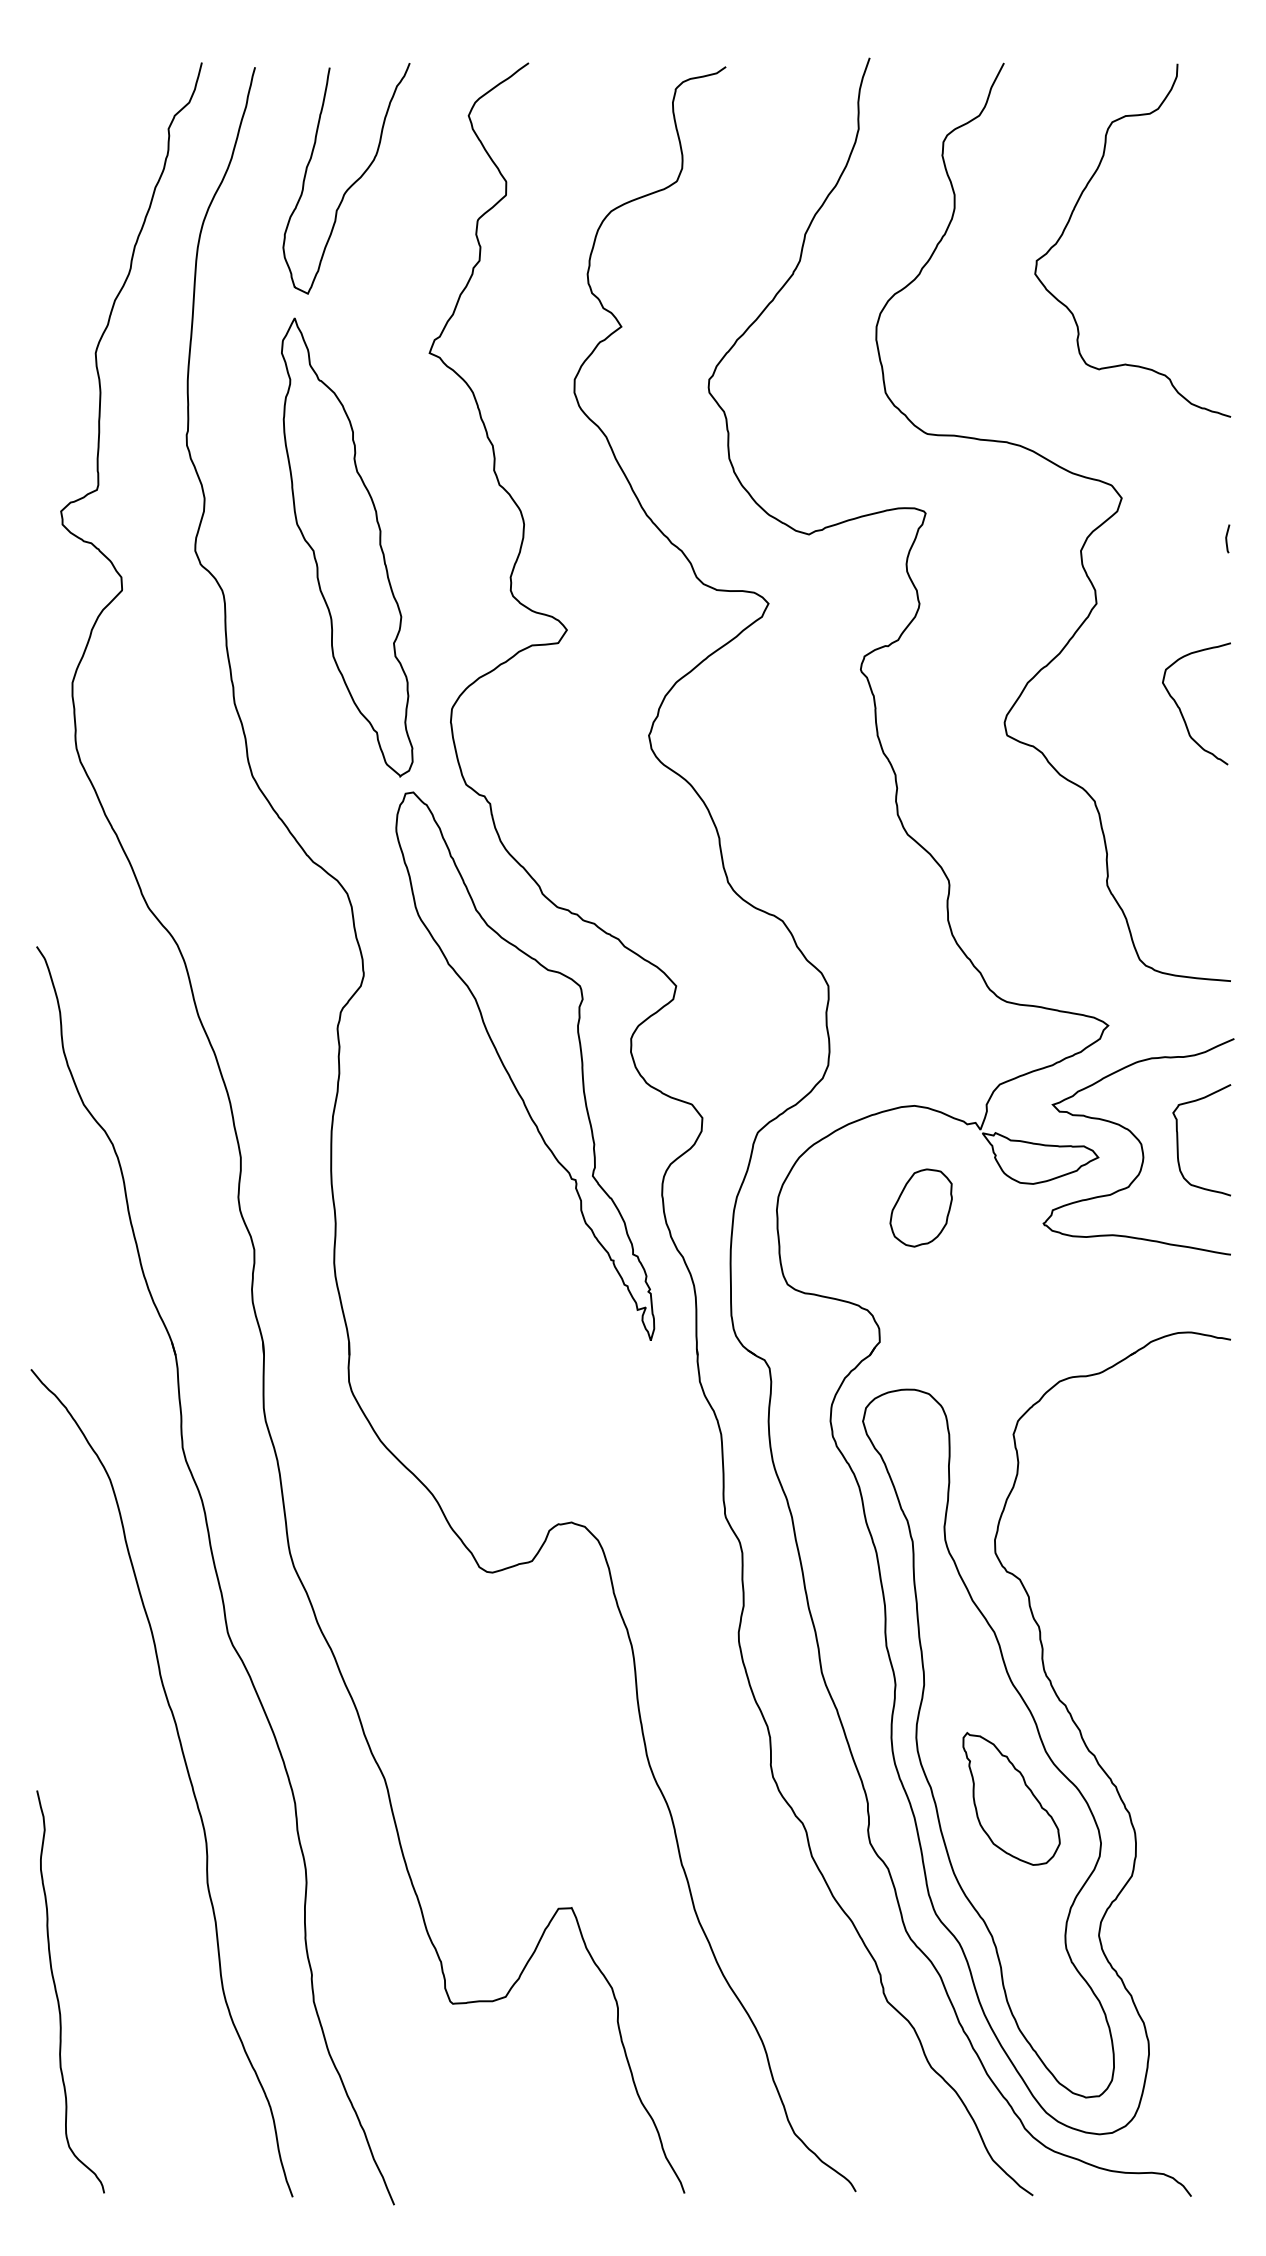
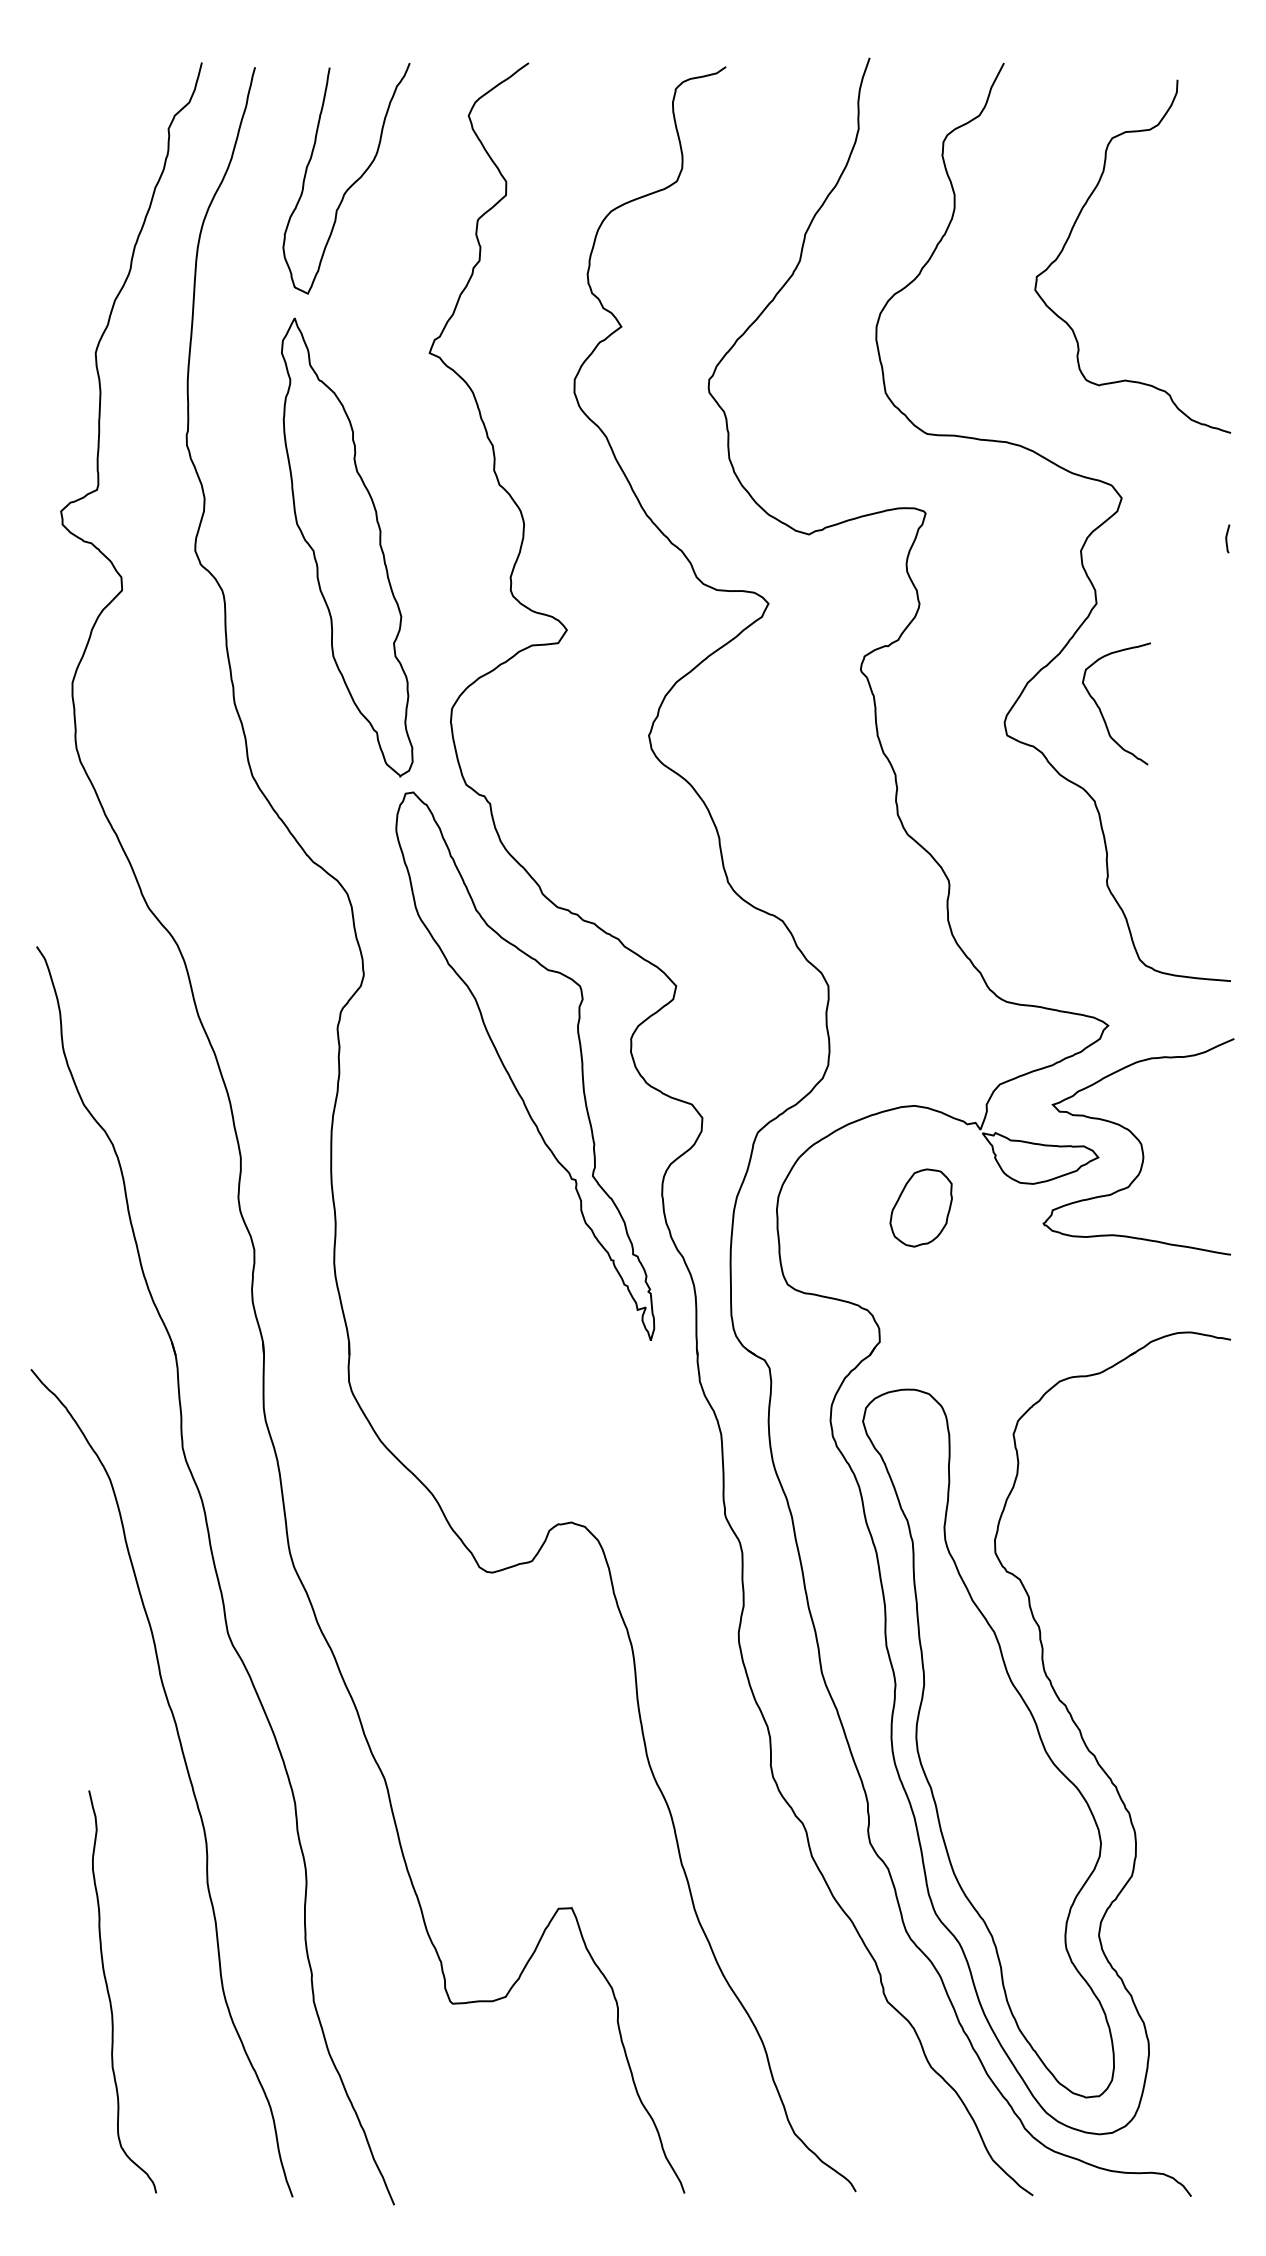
curve at (1072, 215) position: (1072, 215) -> (1072, 231)
curve at (1181, 710) position: (1181, 710) -> (1101, 710)
curve at (1178, 1140): present -> none
part at (1011, 1798): present -> none
curve at (57, 1992) position: (57, 1992) -> (109, 1992)
